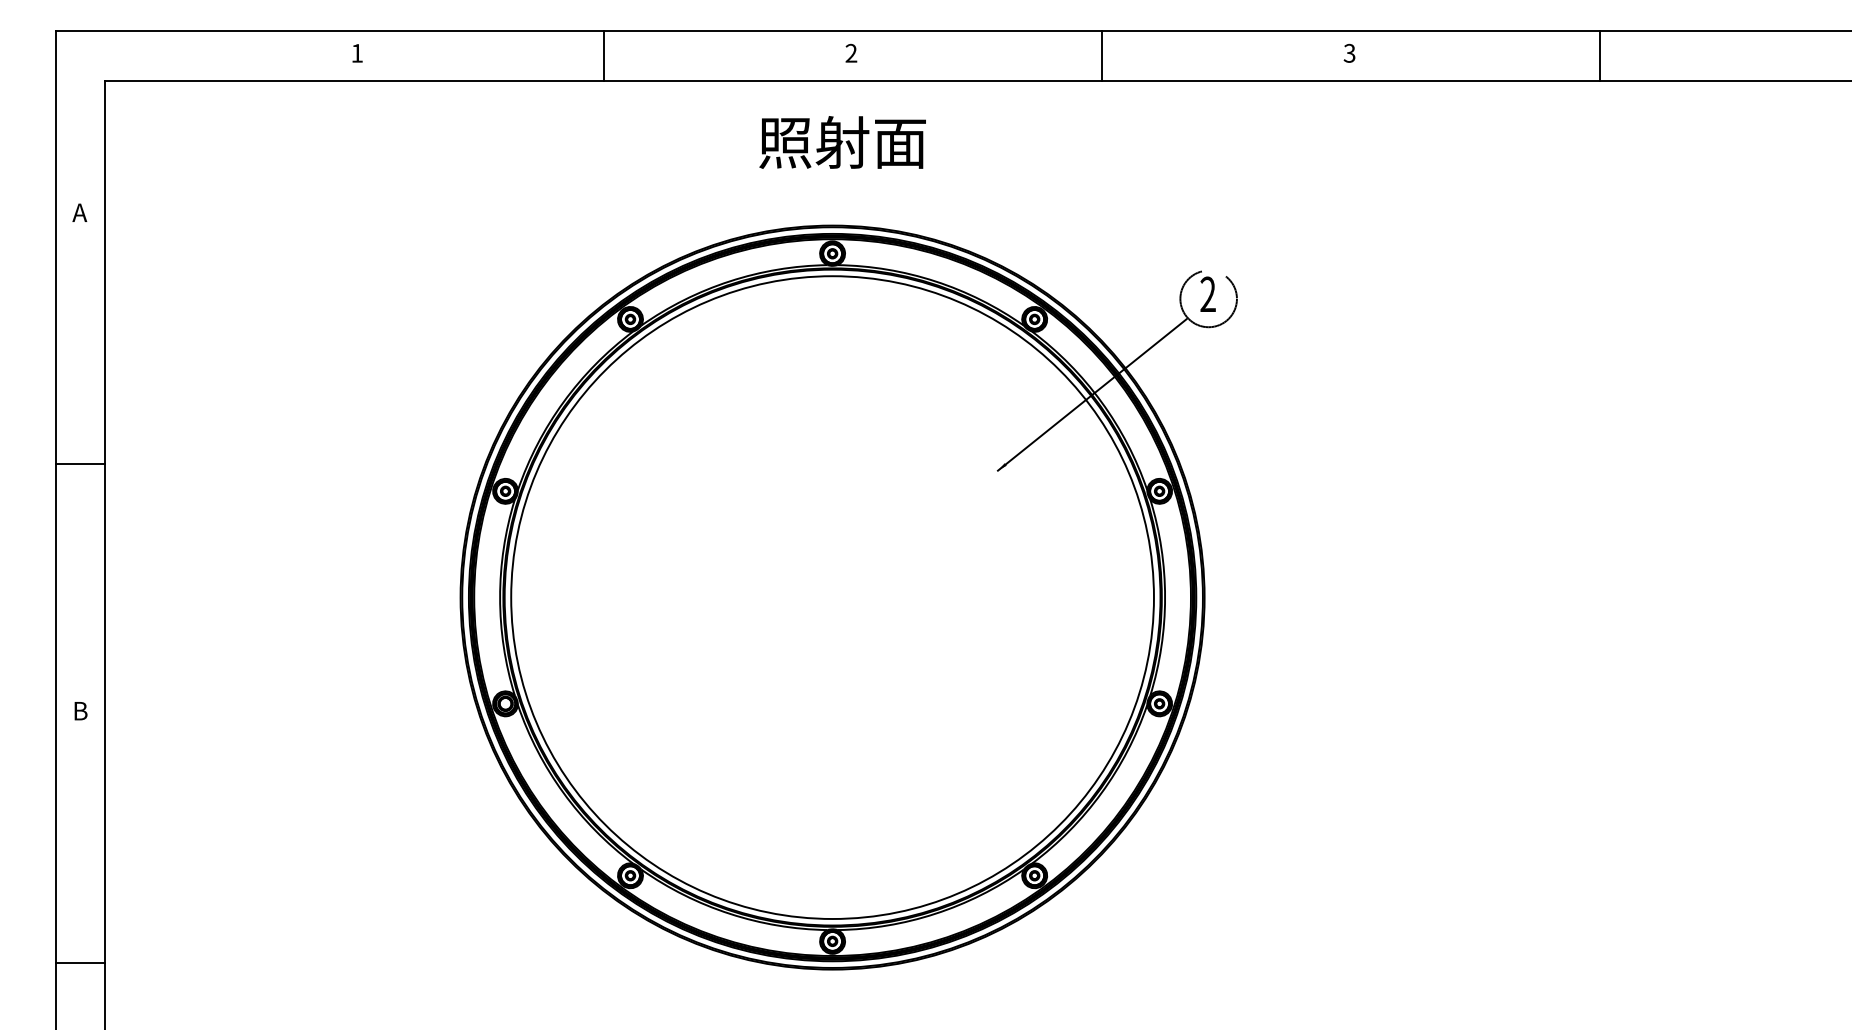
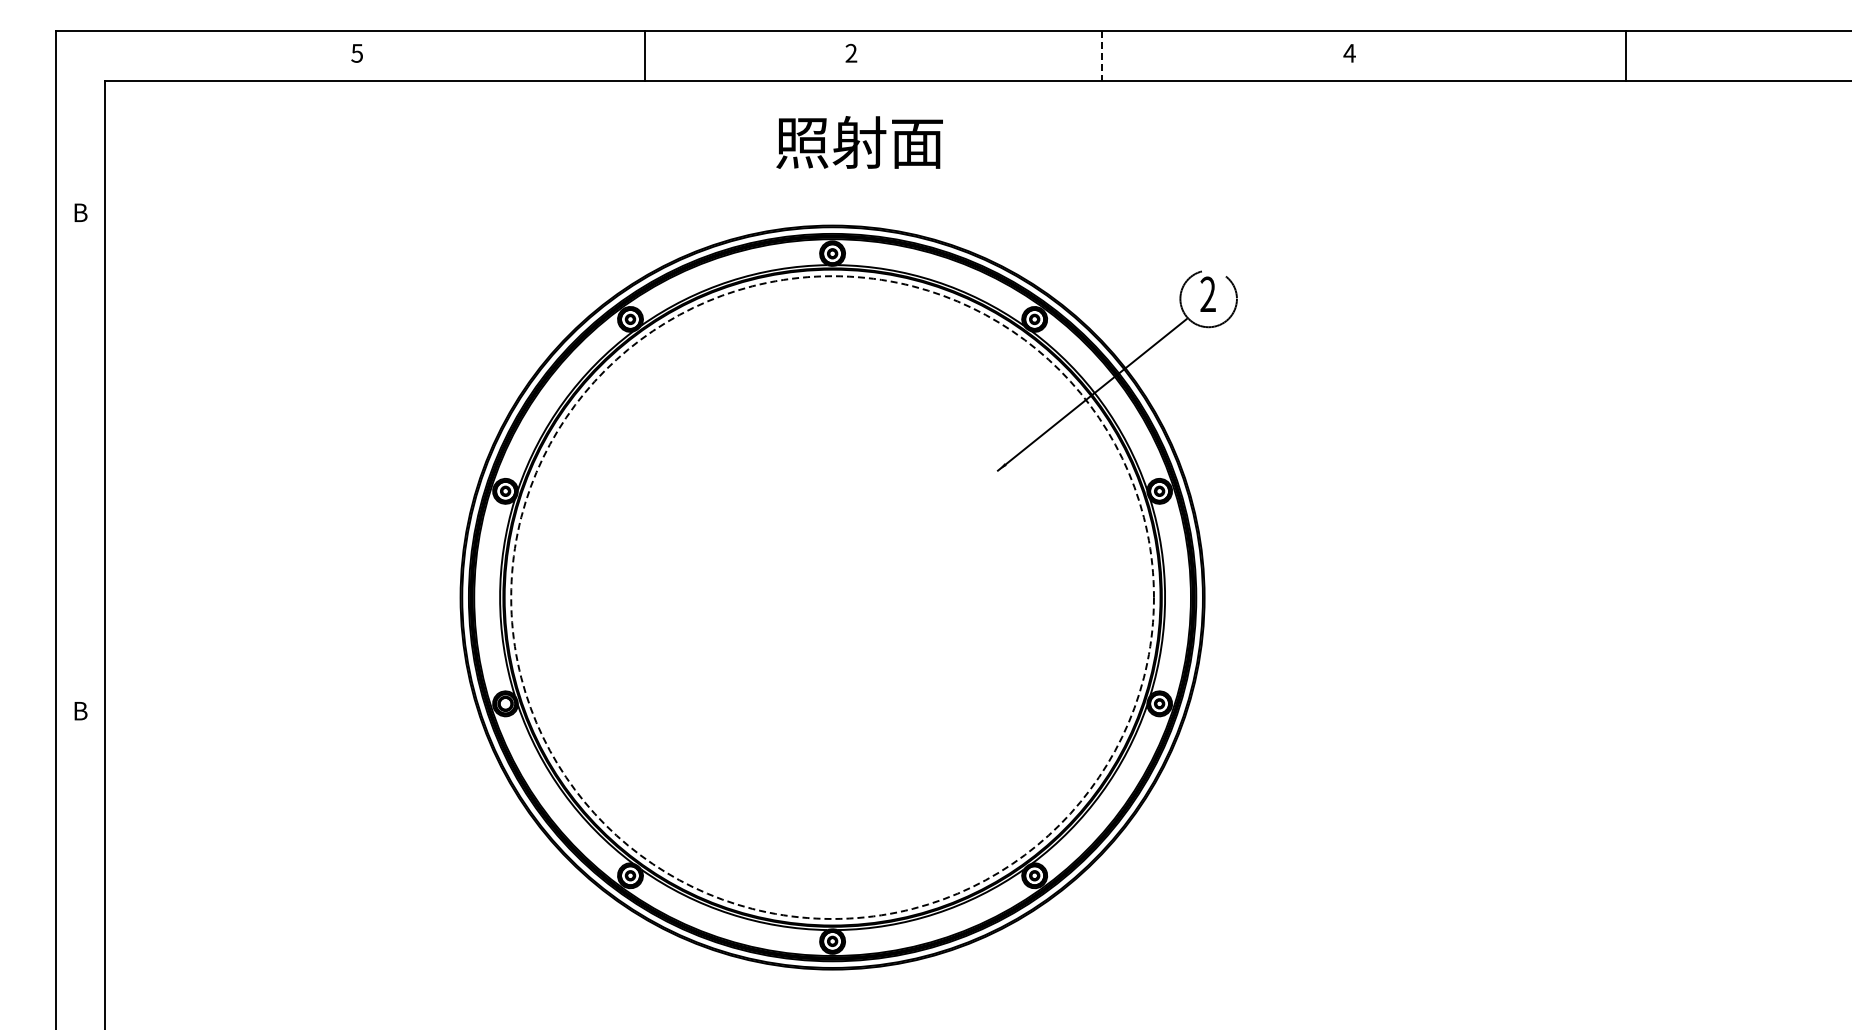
text at (1349, 52): 3 -> 4
text at (356, 53): 1 -> 5
line at (603, 55) position: (603, 55) -> (644, 55)
line at (1101, 55): solid -> dashed
line at (1600, 55) position: (1600, 55) -> (1626, 55)
text at (842, 142) position: (842, 142) -> (859, 142)
text at (79, 212): A -> B
line at (80, 464): present -> none
circle at (832, 597): solid -> dashed
line at (80, 962): present -> none
